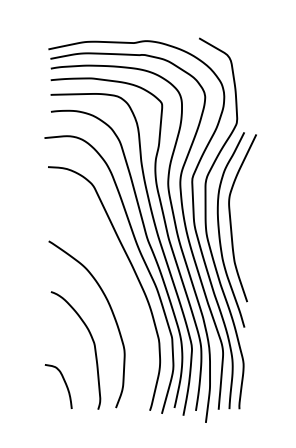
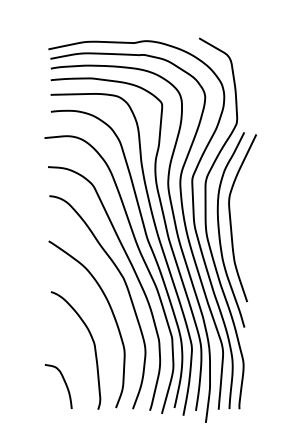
curve at (127, 291): none -> present
